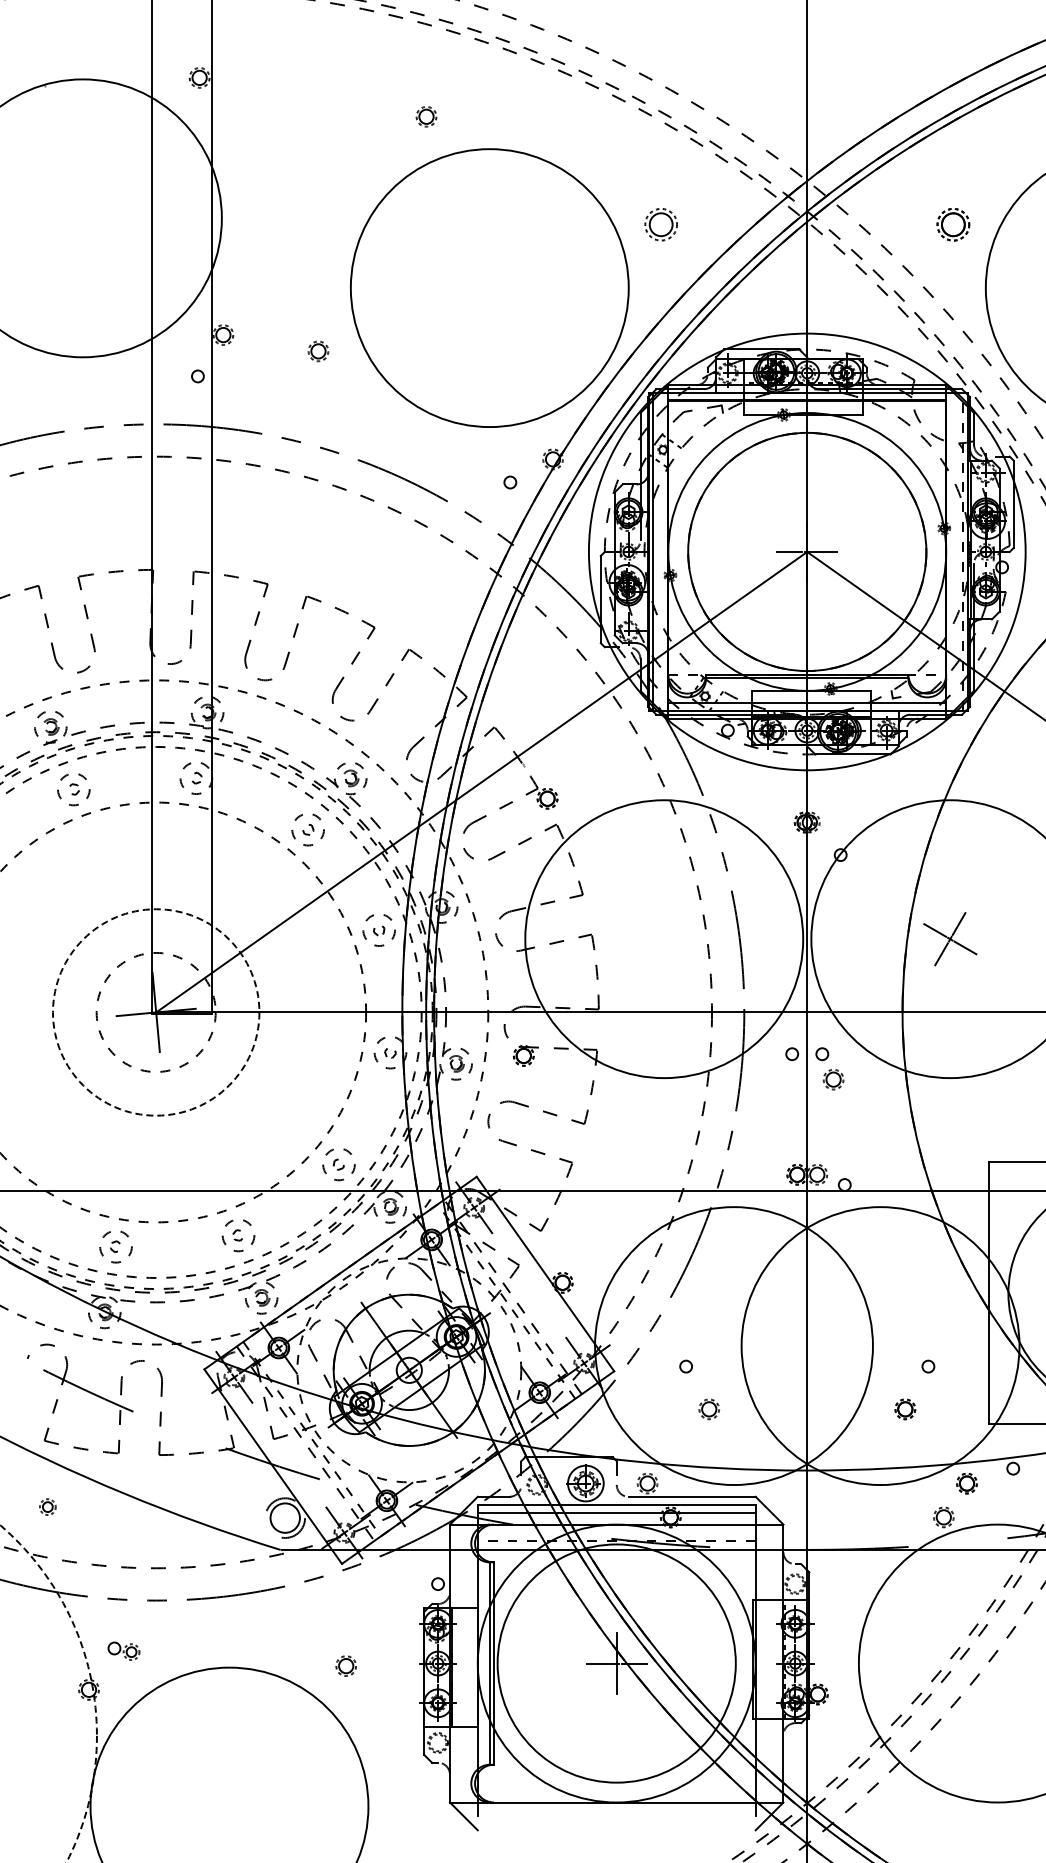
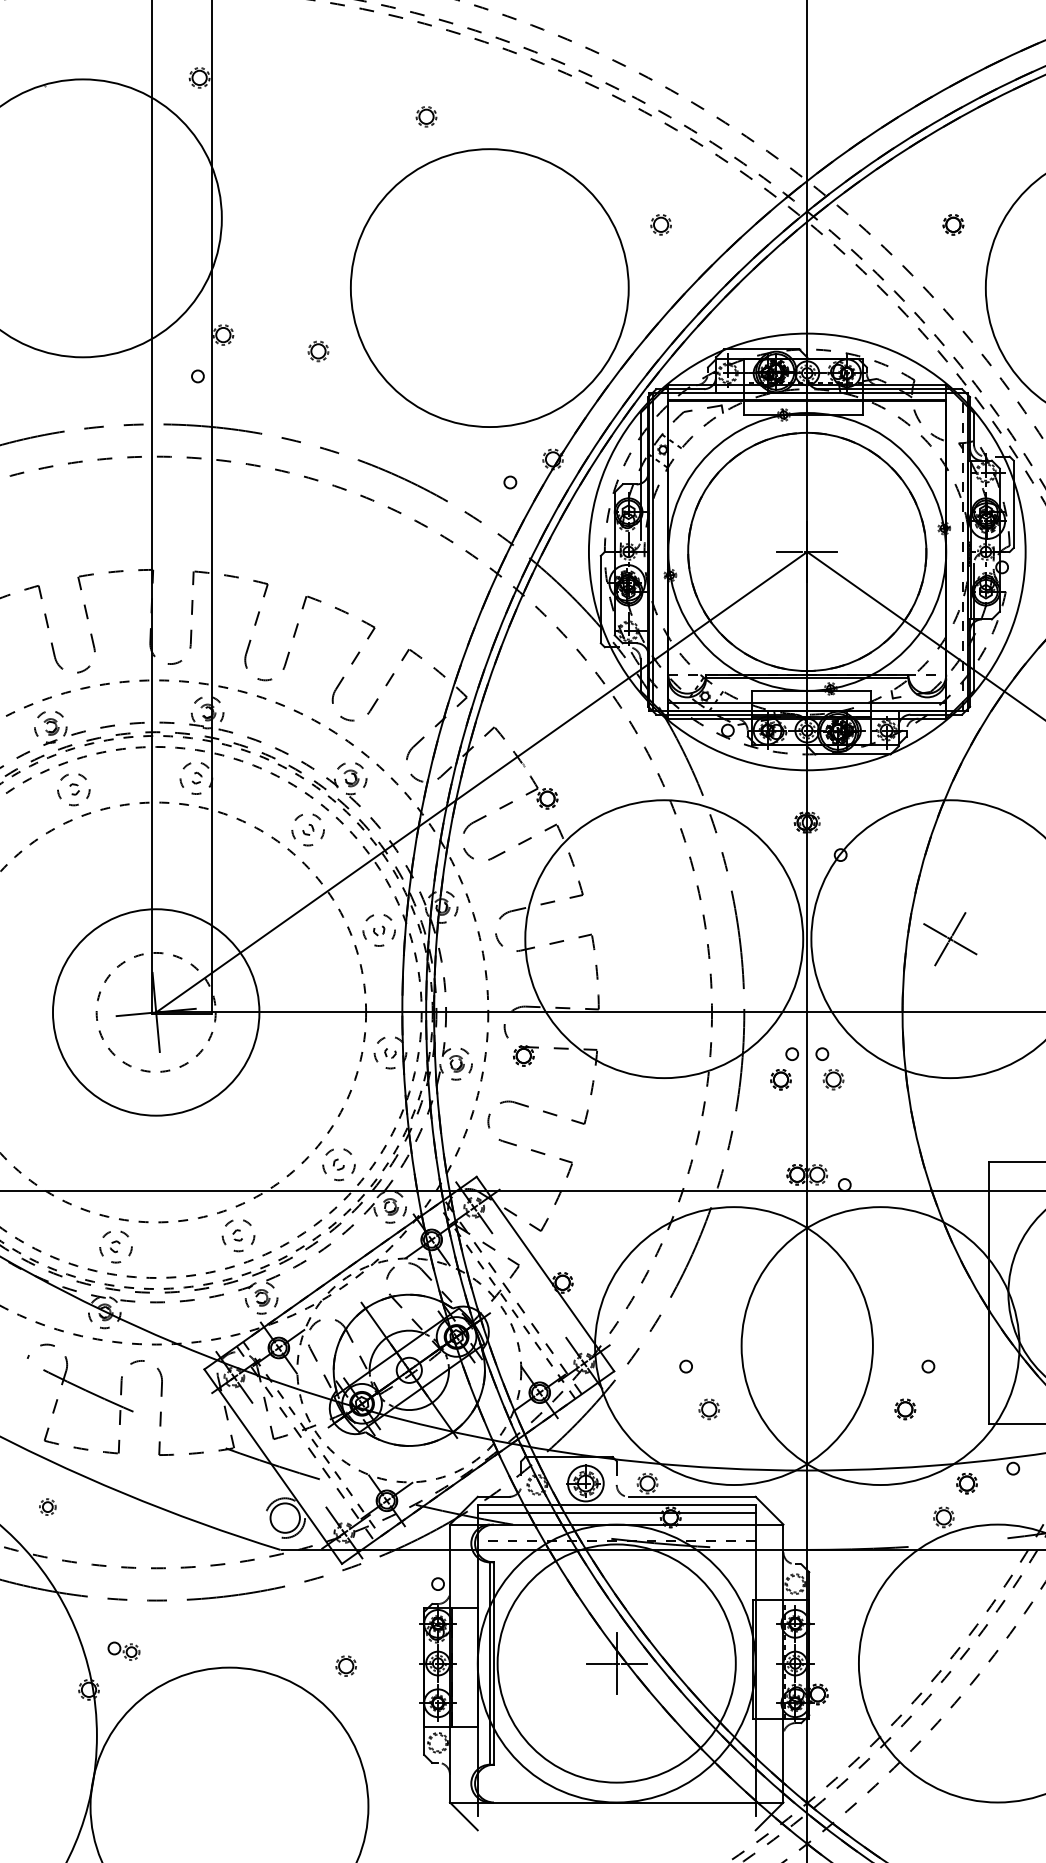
part at (660, 224) size: 34x34 px -> 22x22 px
part at (953, 224) size: 35x34 px -> 23x22 px
circle at (155, 1012): dashed -> solid
part at (780, 1079): none -> present
circle at (48, 1693): dashed -> solid
